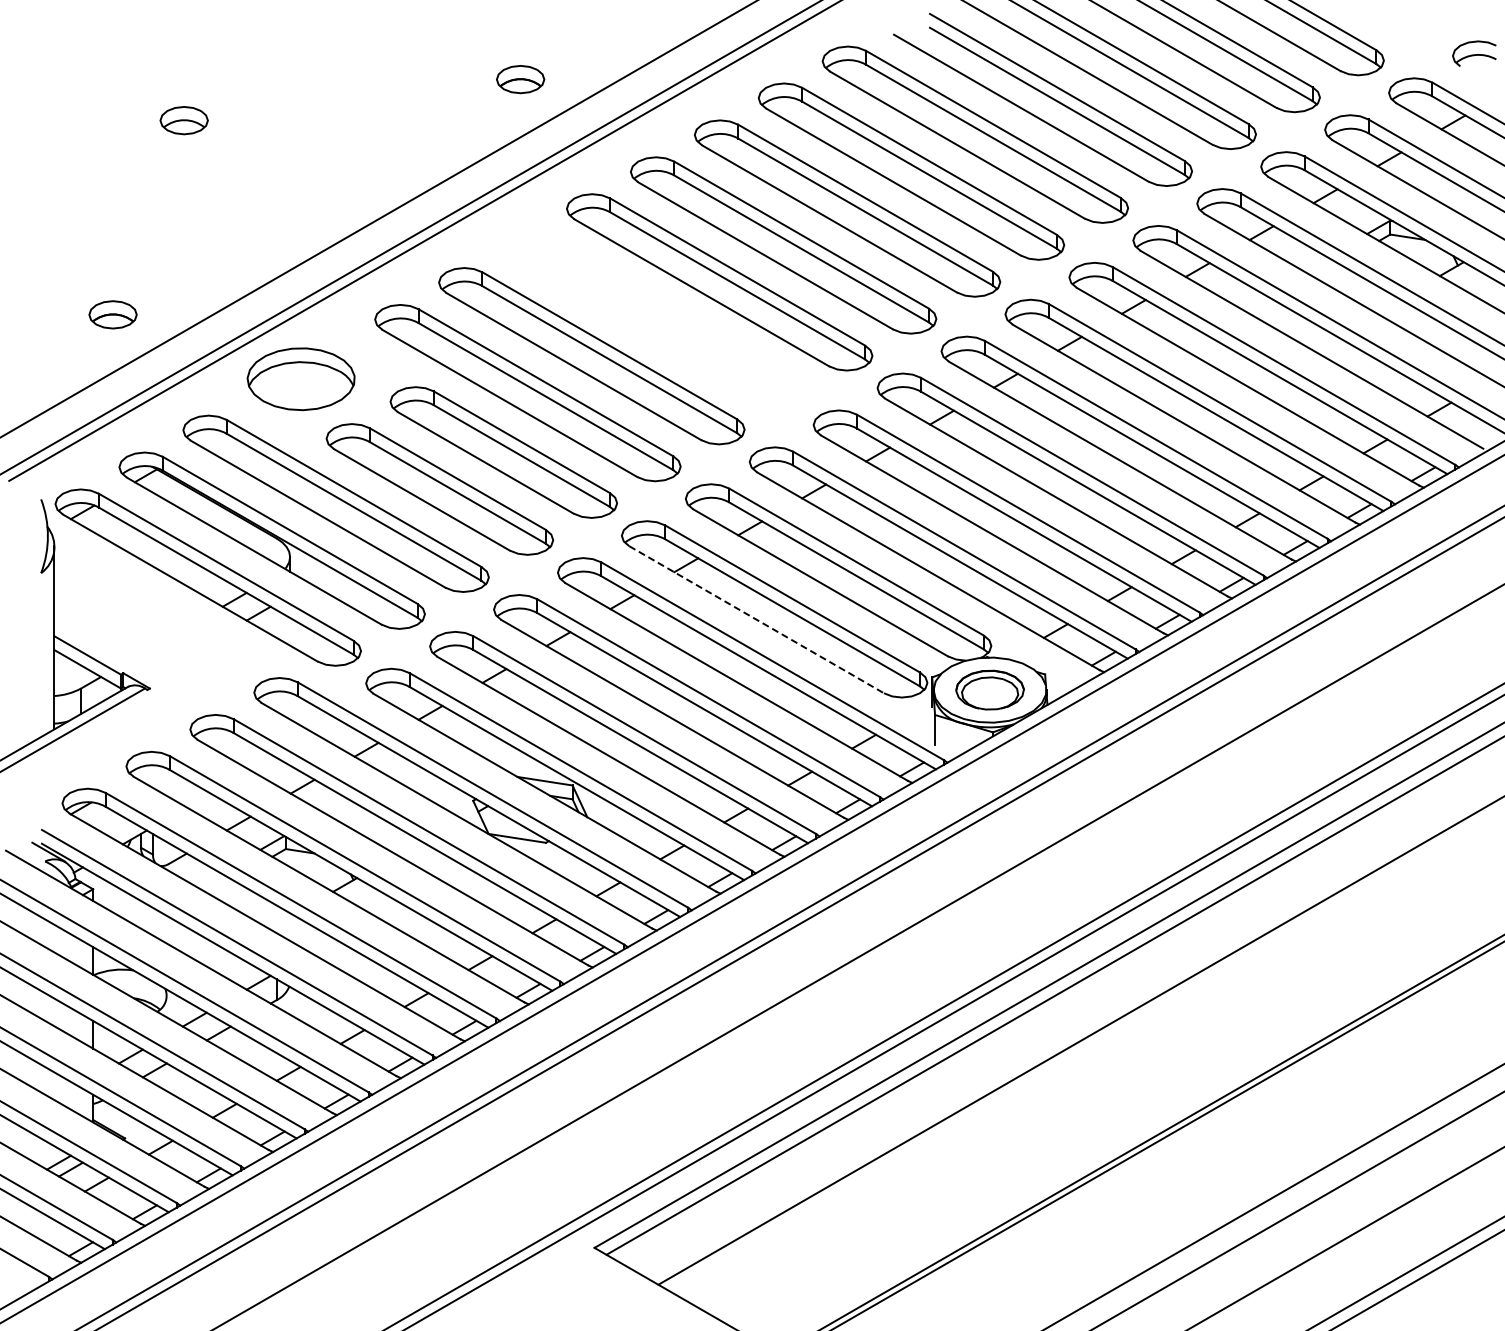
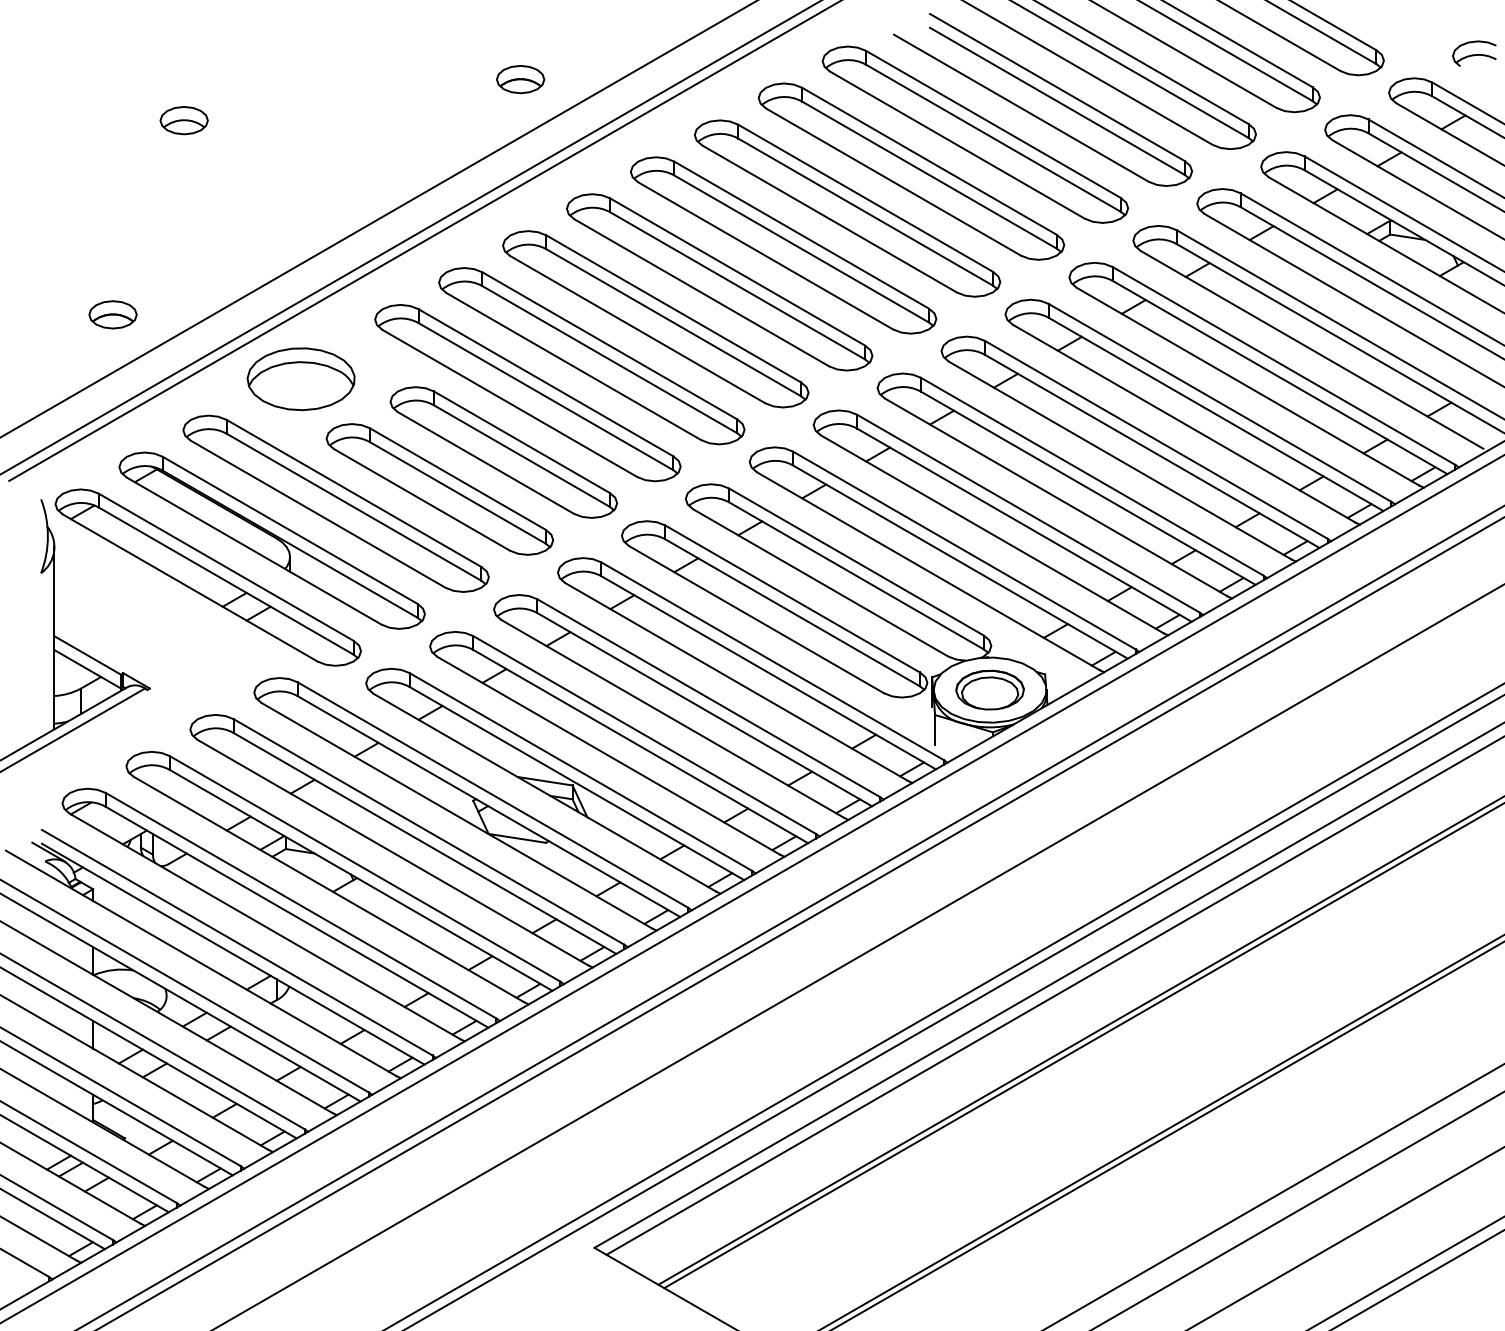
part at (655, 319): none -> present
line at (757, 619): dashed -> solid
line at (1082, 1046): none -> present
